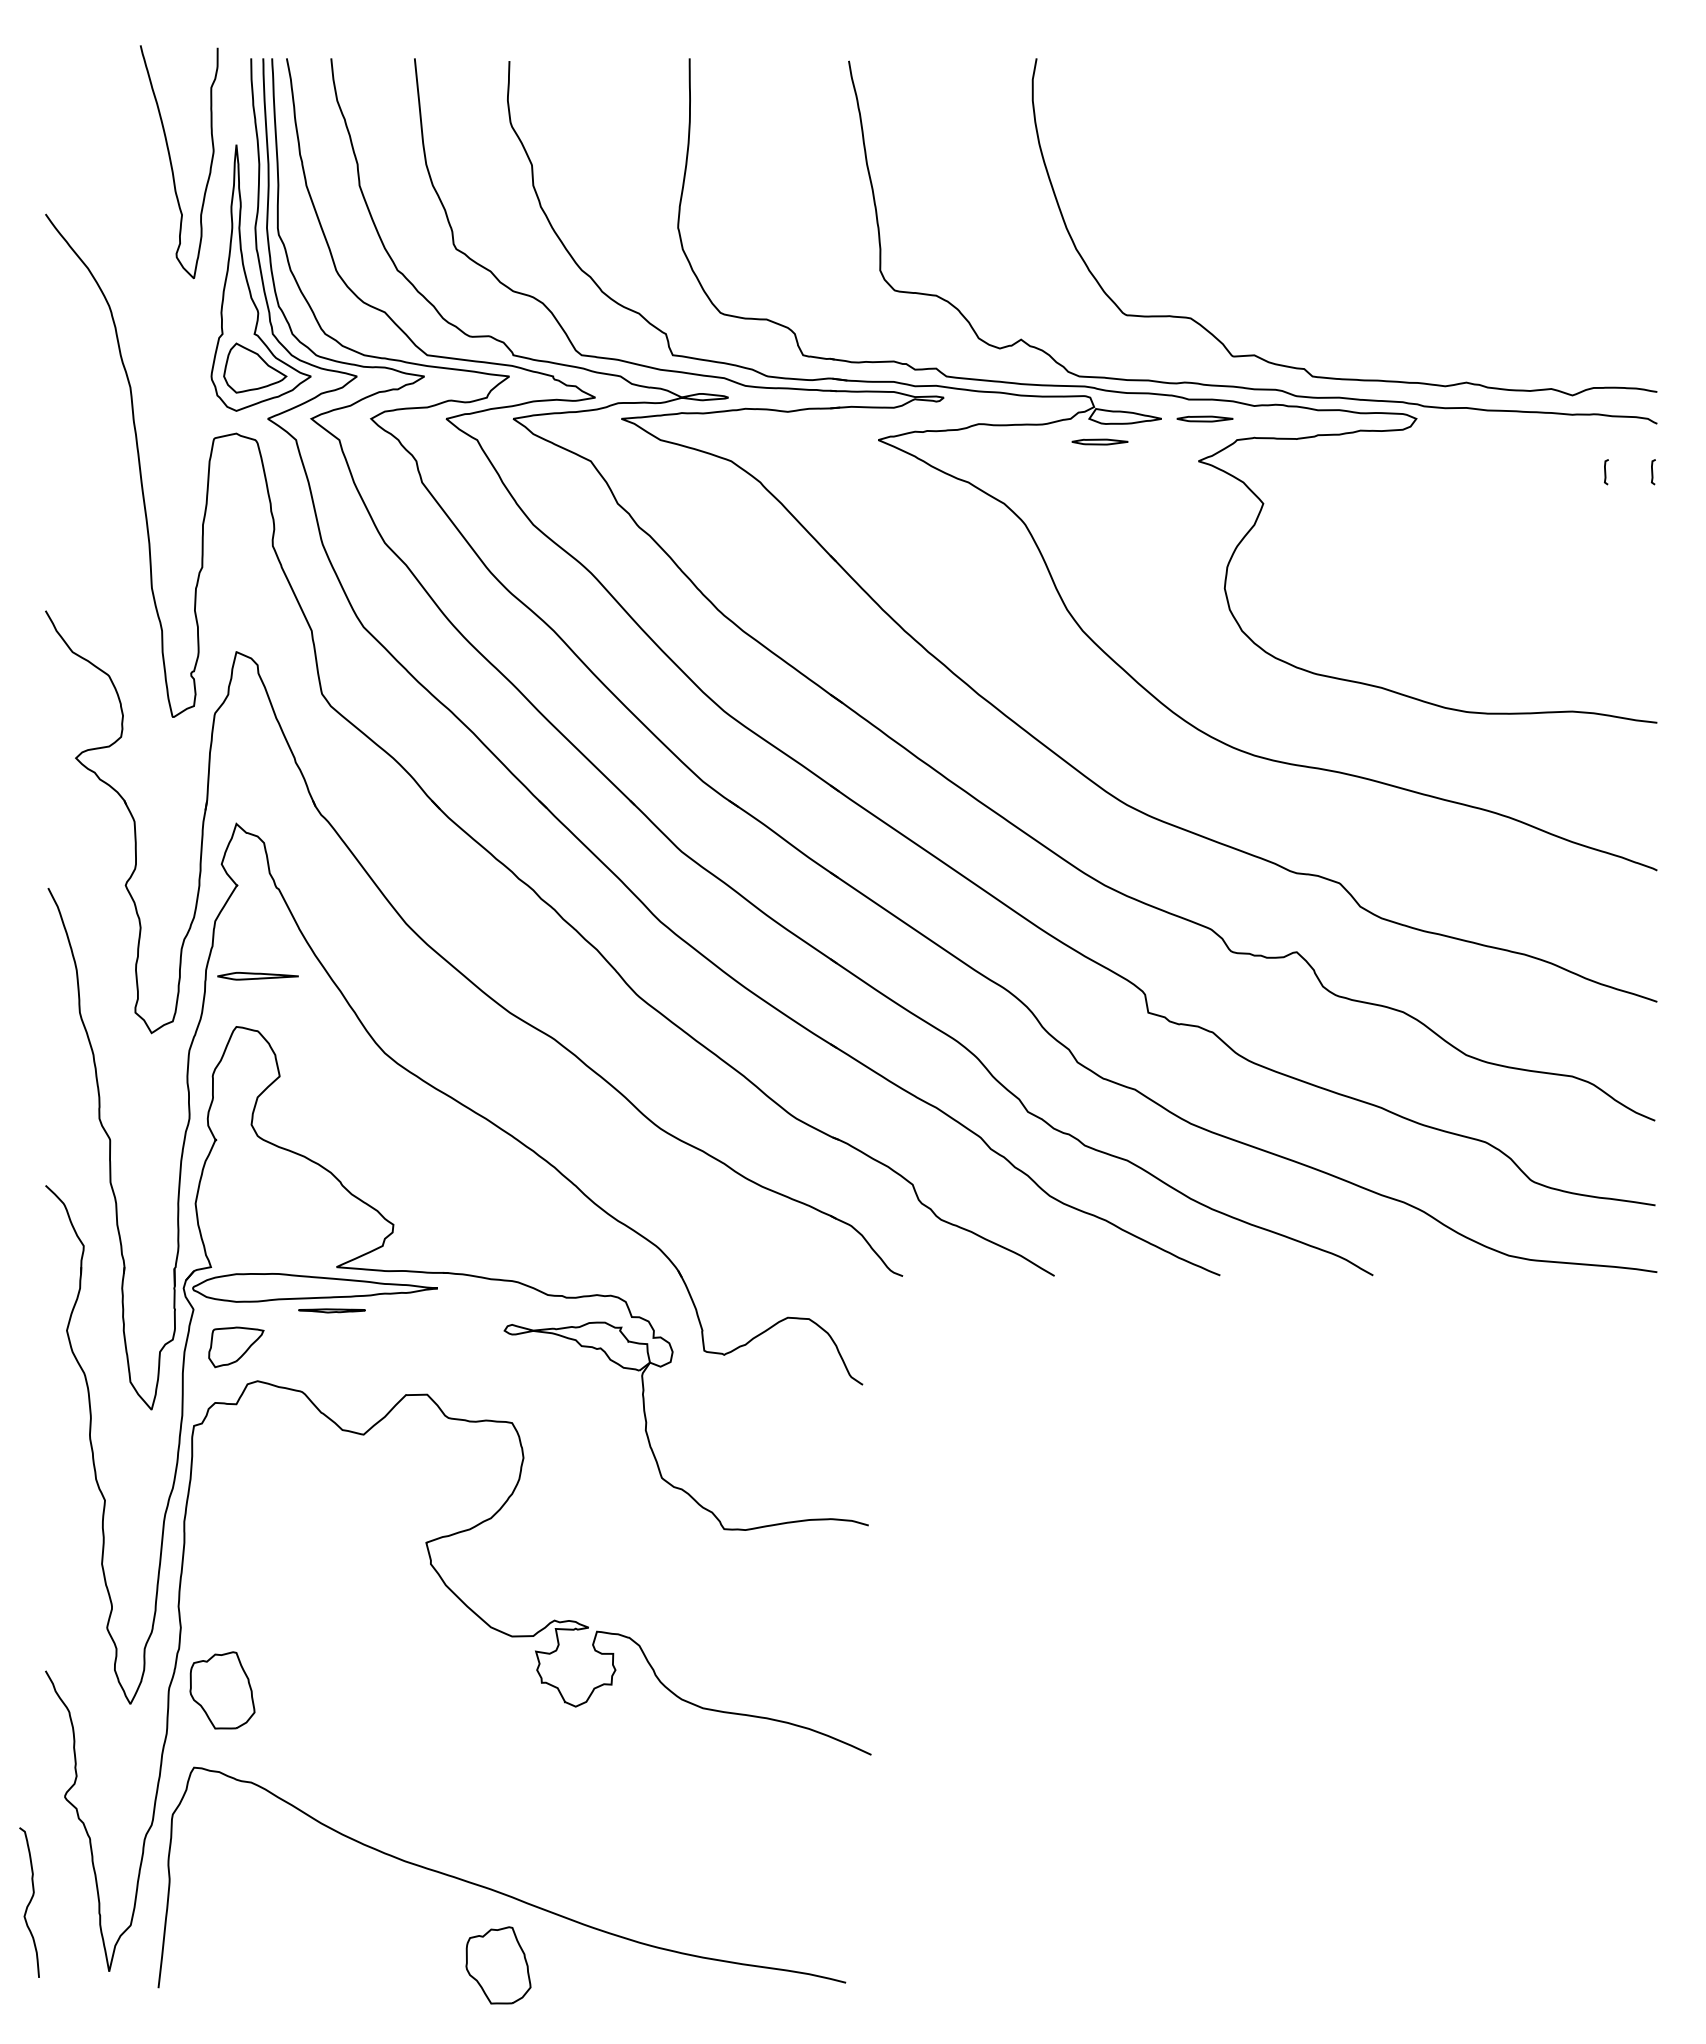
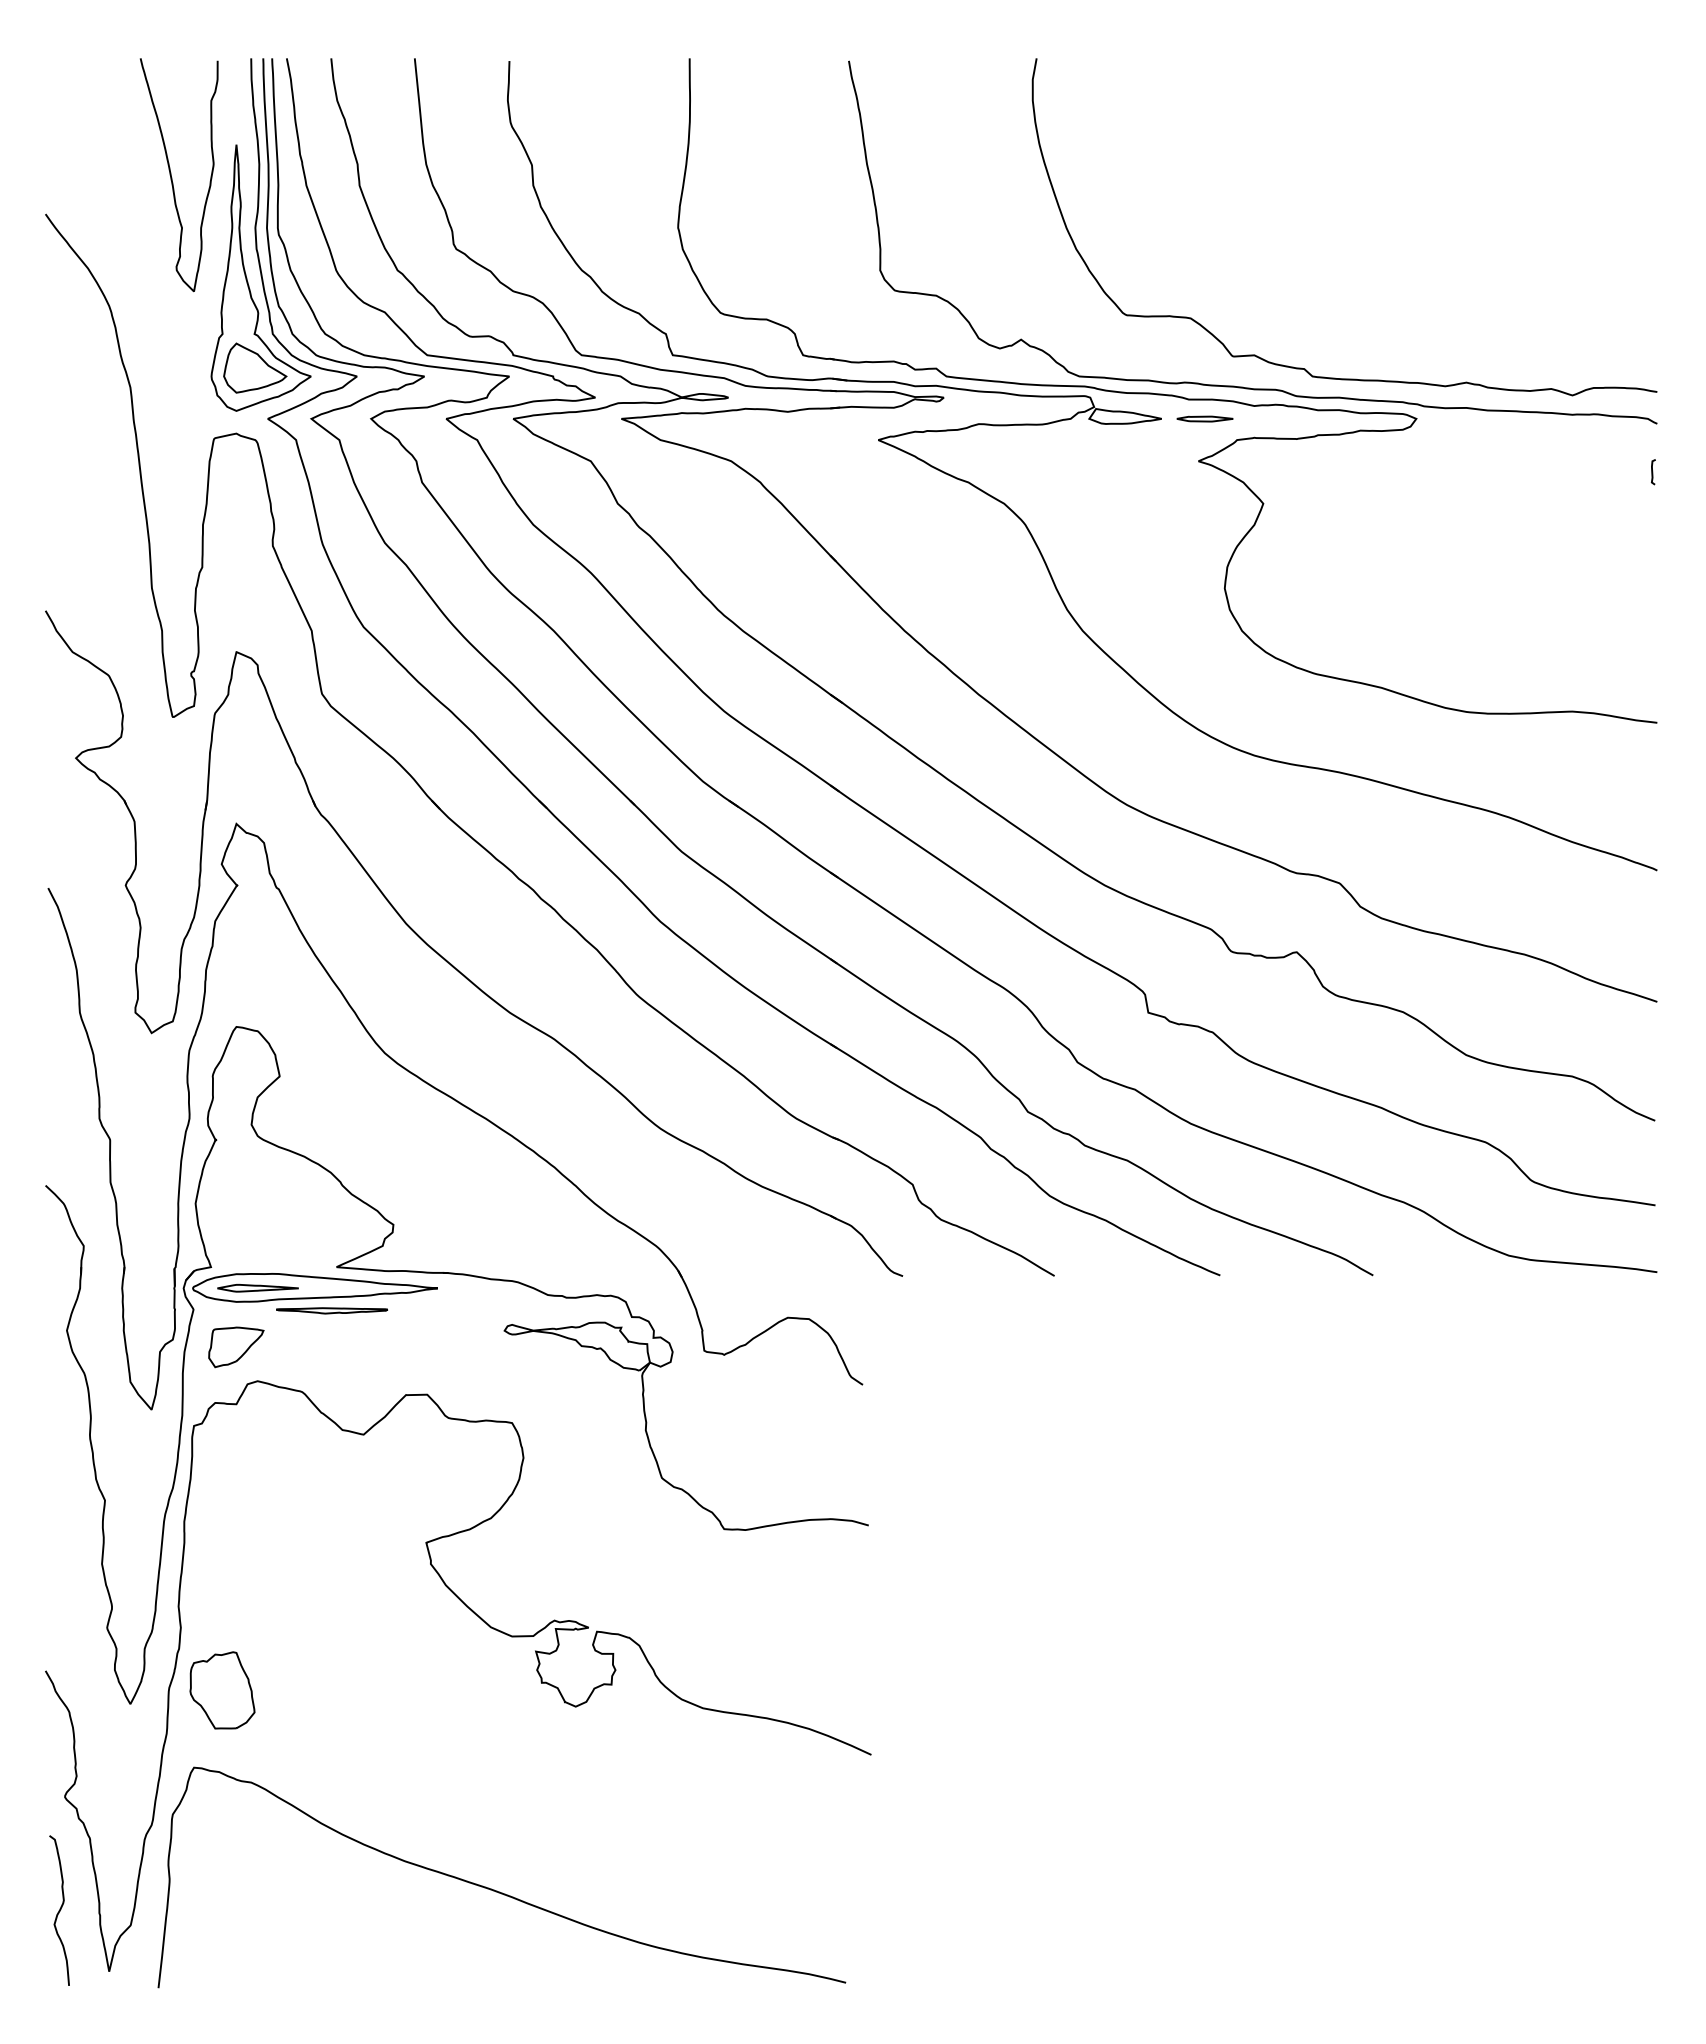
curve at (172, 164) position: (172, 164) -> (172, 177)
part at (1099, 441): present -> none
curve at (1606, 472): present -> none
part at (257, 976) position: (257, 976) -> (257, 1288)
part at (331, 1310) size: 68x6 px -> 112x8 px
curve at (29, 1902) position: (29, 1902) -> (59, 1910)
part at (498, 1965): present -> none
